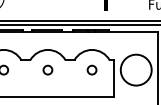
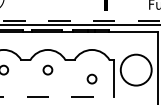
line at (80, 20): solid -> dashed
circle at (91, 69) position: (91, 69) -> (91, 78)
line at (57, 96): solid -> dashed
